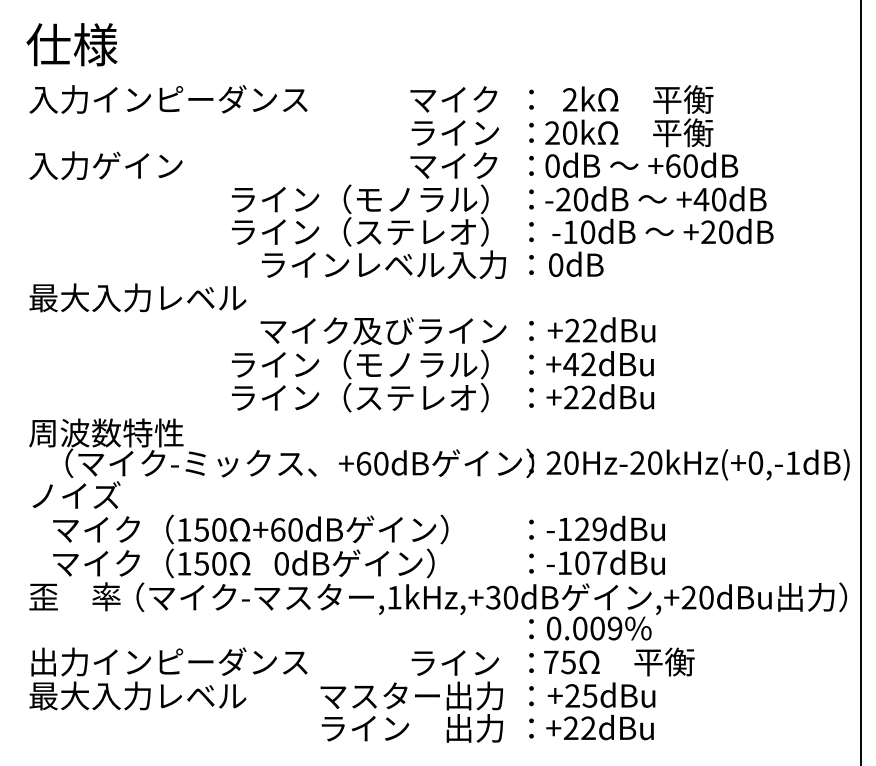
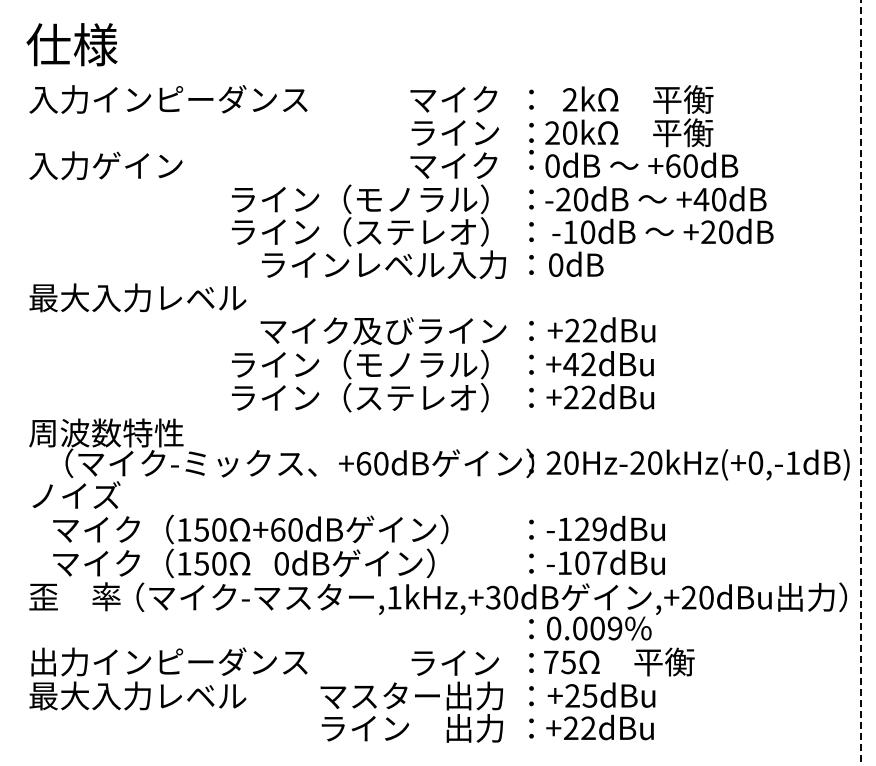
text at (531, 165) position: (531, 165) -> (531, 159)
line at (861, 383): solid -> dashed
